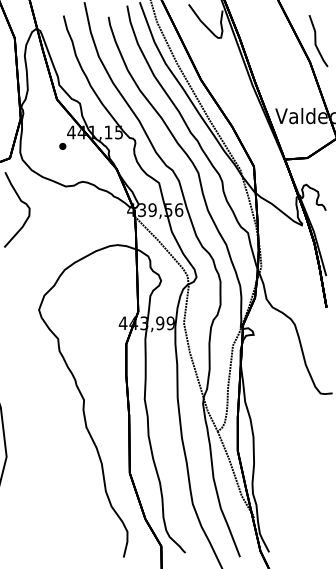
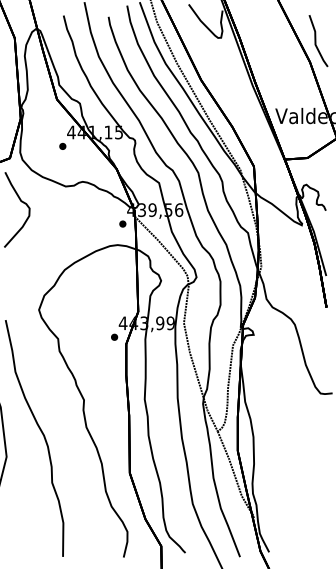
part at (122, 223): none -> present
part at (114, 336): none -> present
curve at (42, 435): none -> present
